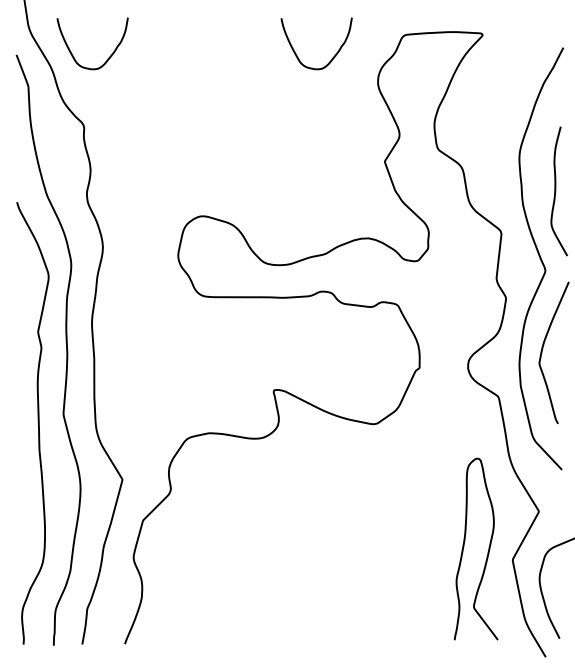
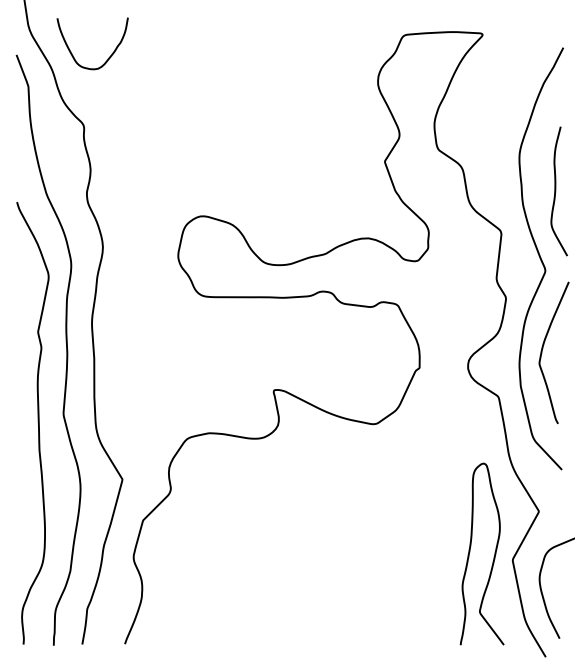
curve at (331, 58): present -> none
curve at (464, 547) position: (464, 547) -> (470, 552)
